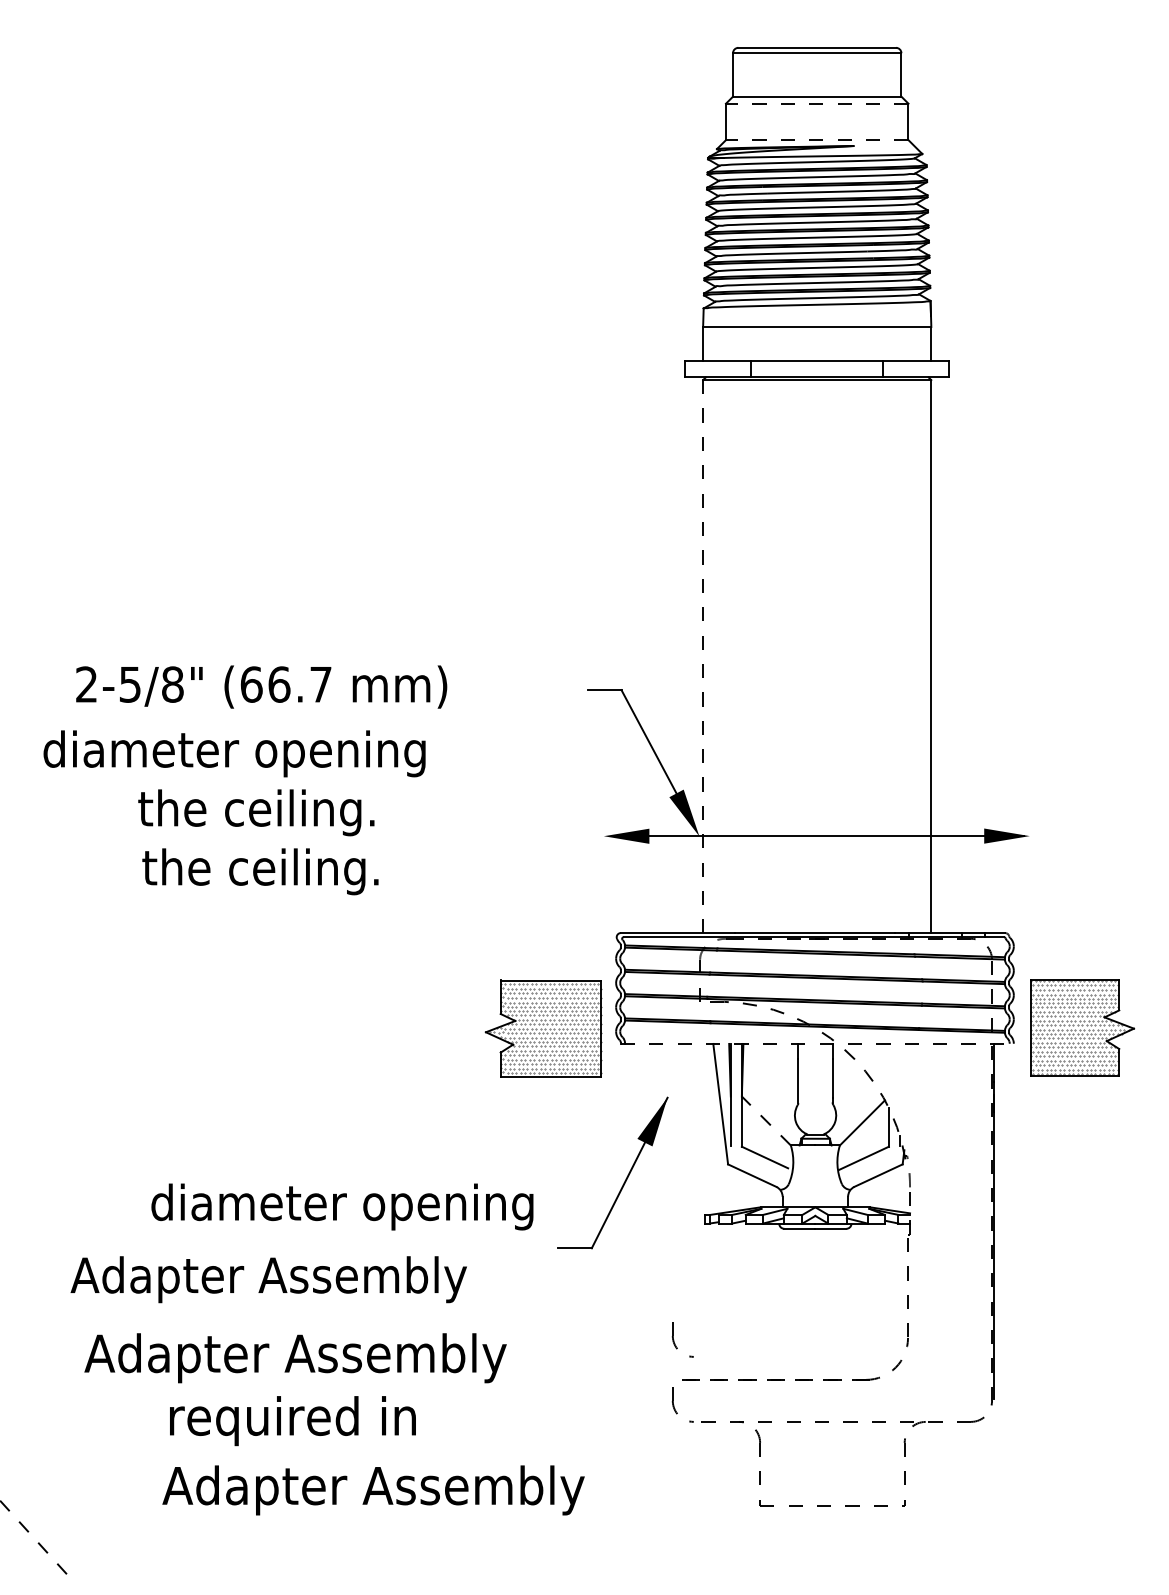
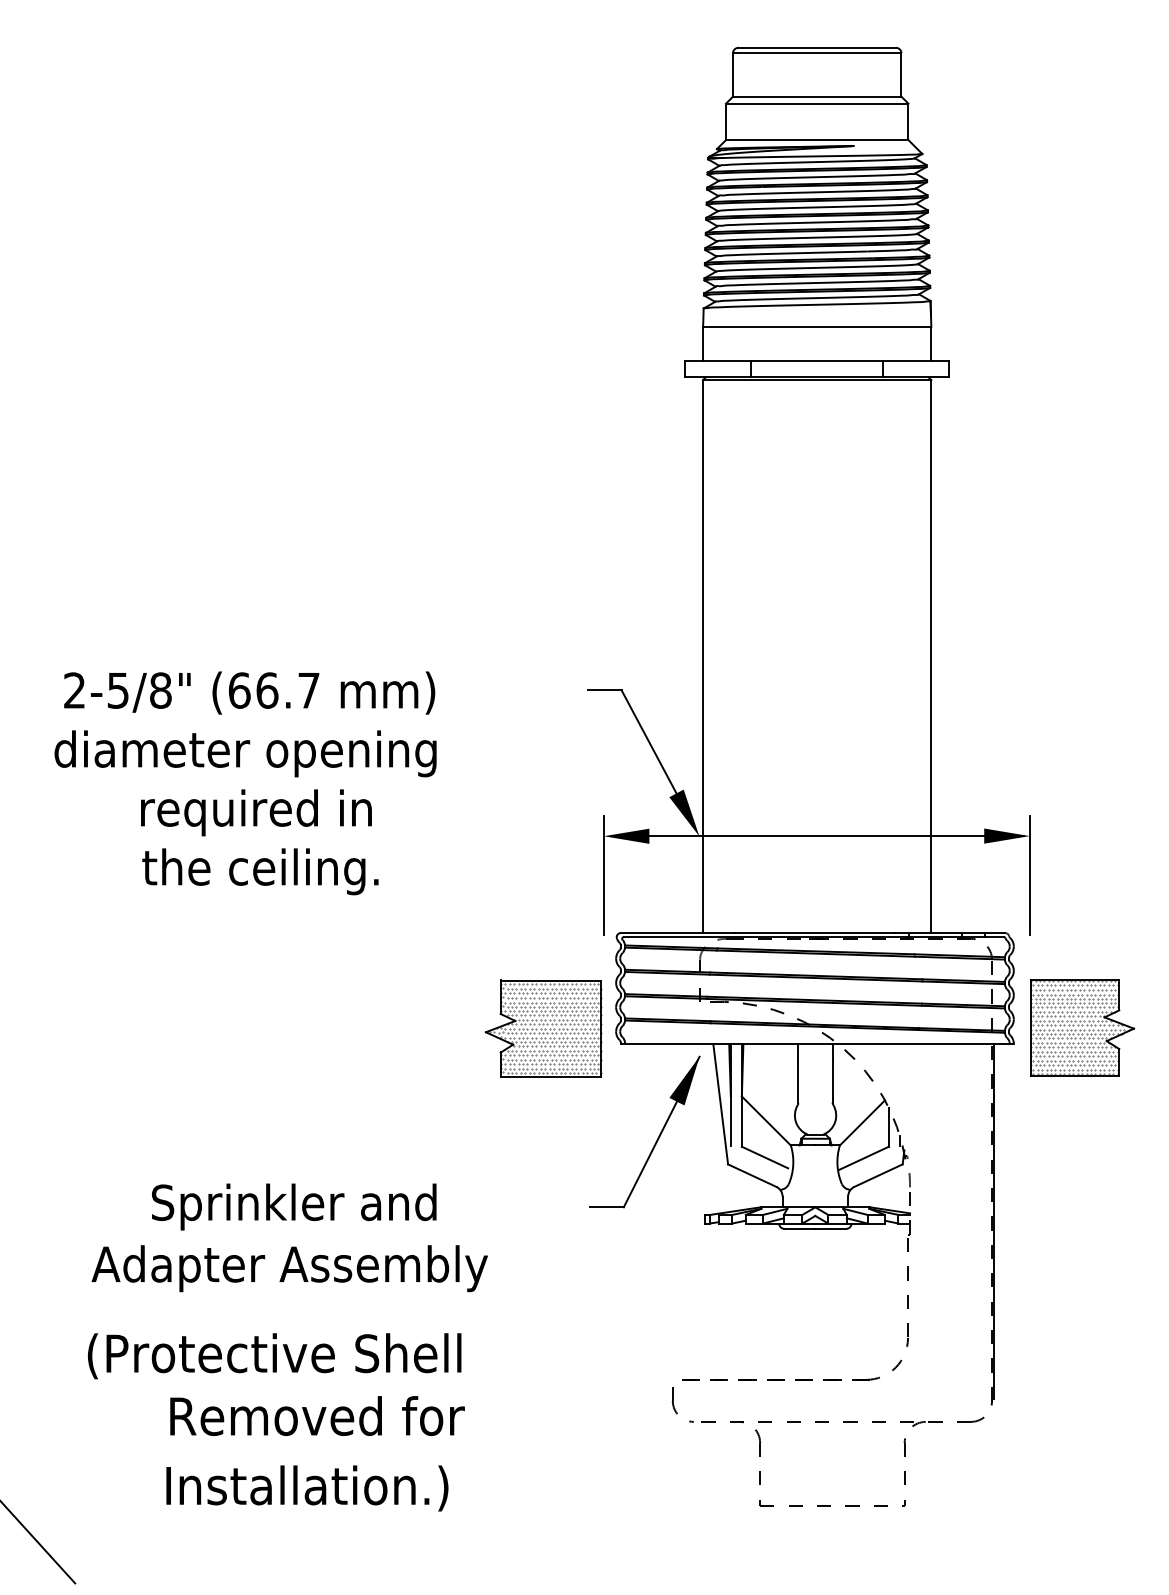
line at (816, 103): dashed -> solid
line at (816, 140): dashed -> solid
line at (702, 657): dashed -> solid
text at (261, 686) position: (261, 686) -> (249, 692)
text at (234, 753) position: (234, 753) -> (245, 753)
text at (256, 812): the ceiling. -> required in
line at (603, 875): none -> present
line at (1029, 875): none -> present
line at (817, 1043): dashed -> solid
line at (766, 1120): dashed -> solid
part at (625, 1178) position: (625, 1178) -> (657, 1137)
text at (342, 1206): diameter opening -> Sprinkler and
text at (268, 1279) position: (268, 1279) -> (289, 1268)
part at (674, 1340): present -> none
text at (295, 1358): Adapter Assembly -> (Protective Shell
text at (317, 1421): required in -> Removed for
text at (373, 1490): Adapter Assembly -> Installation.)
line at (37, 1542): dashed -> solid
